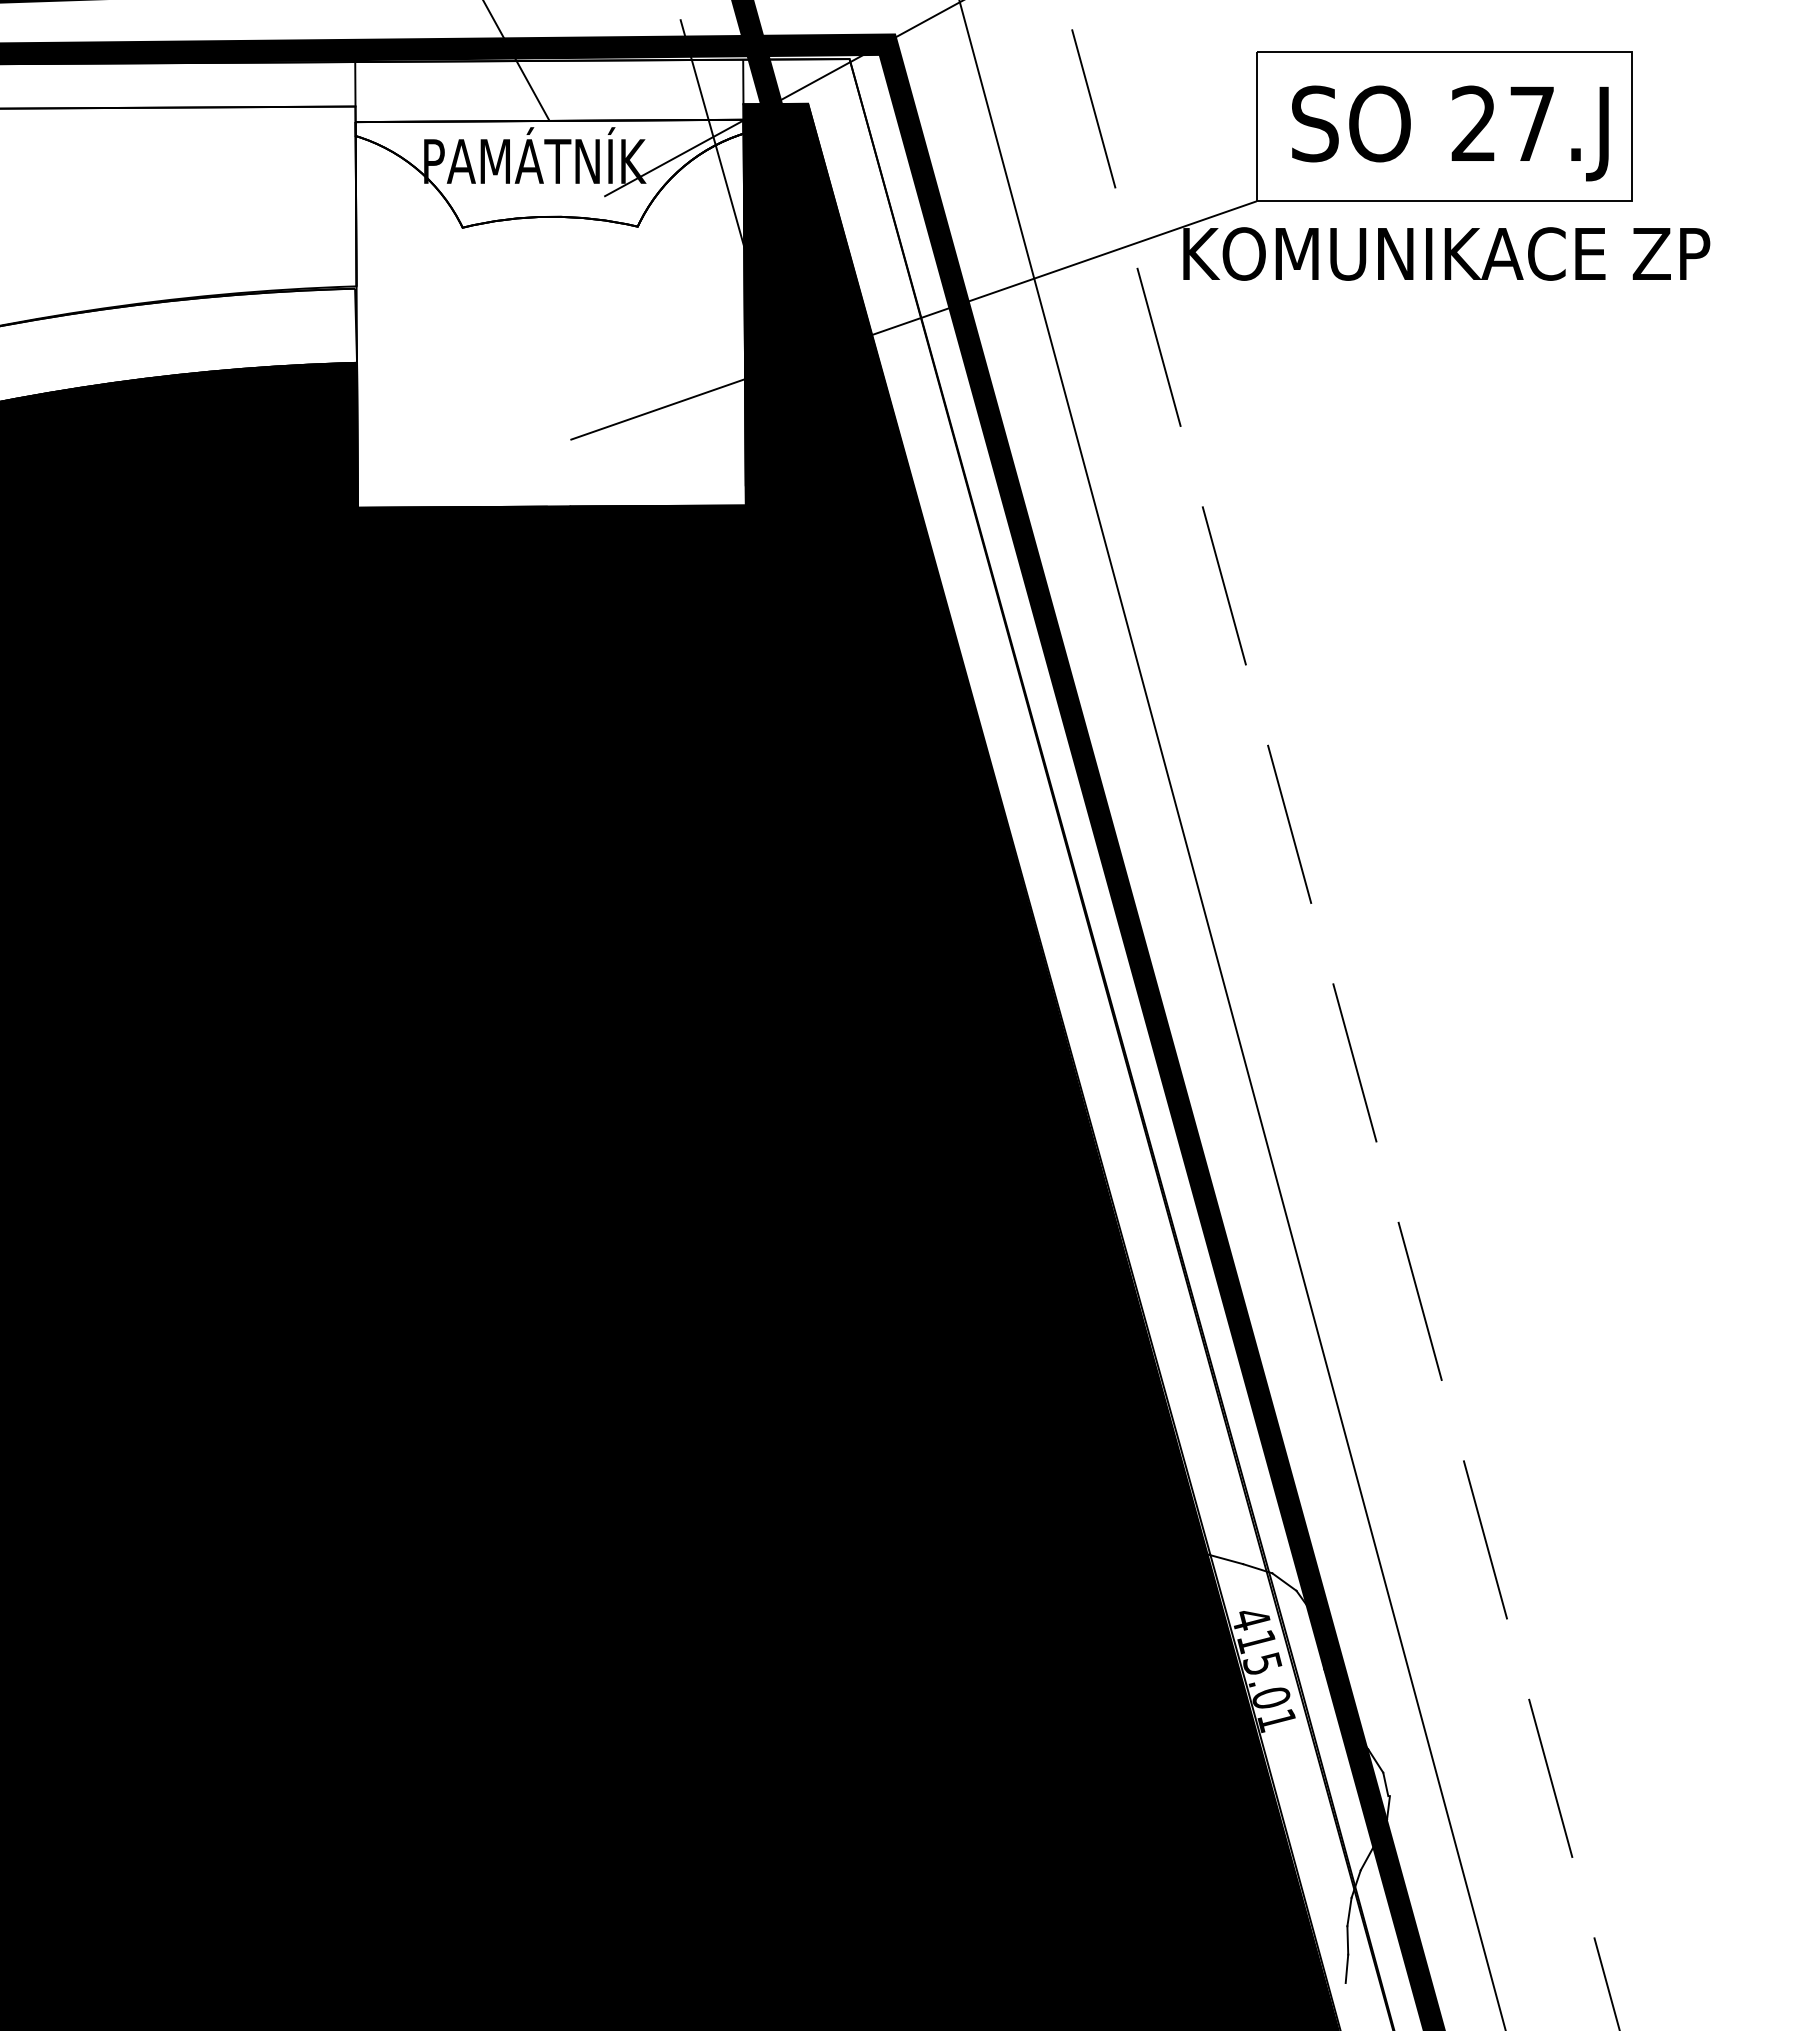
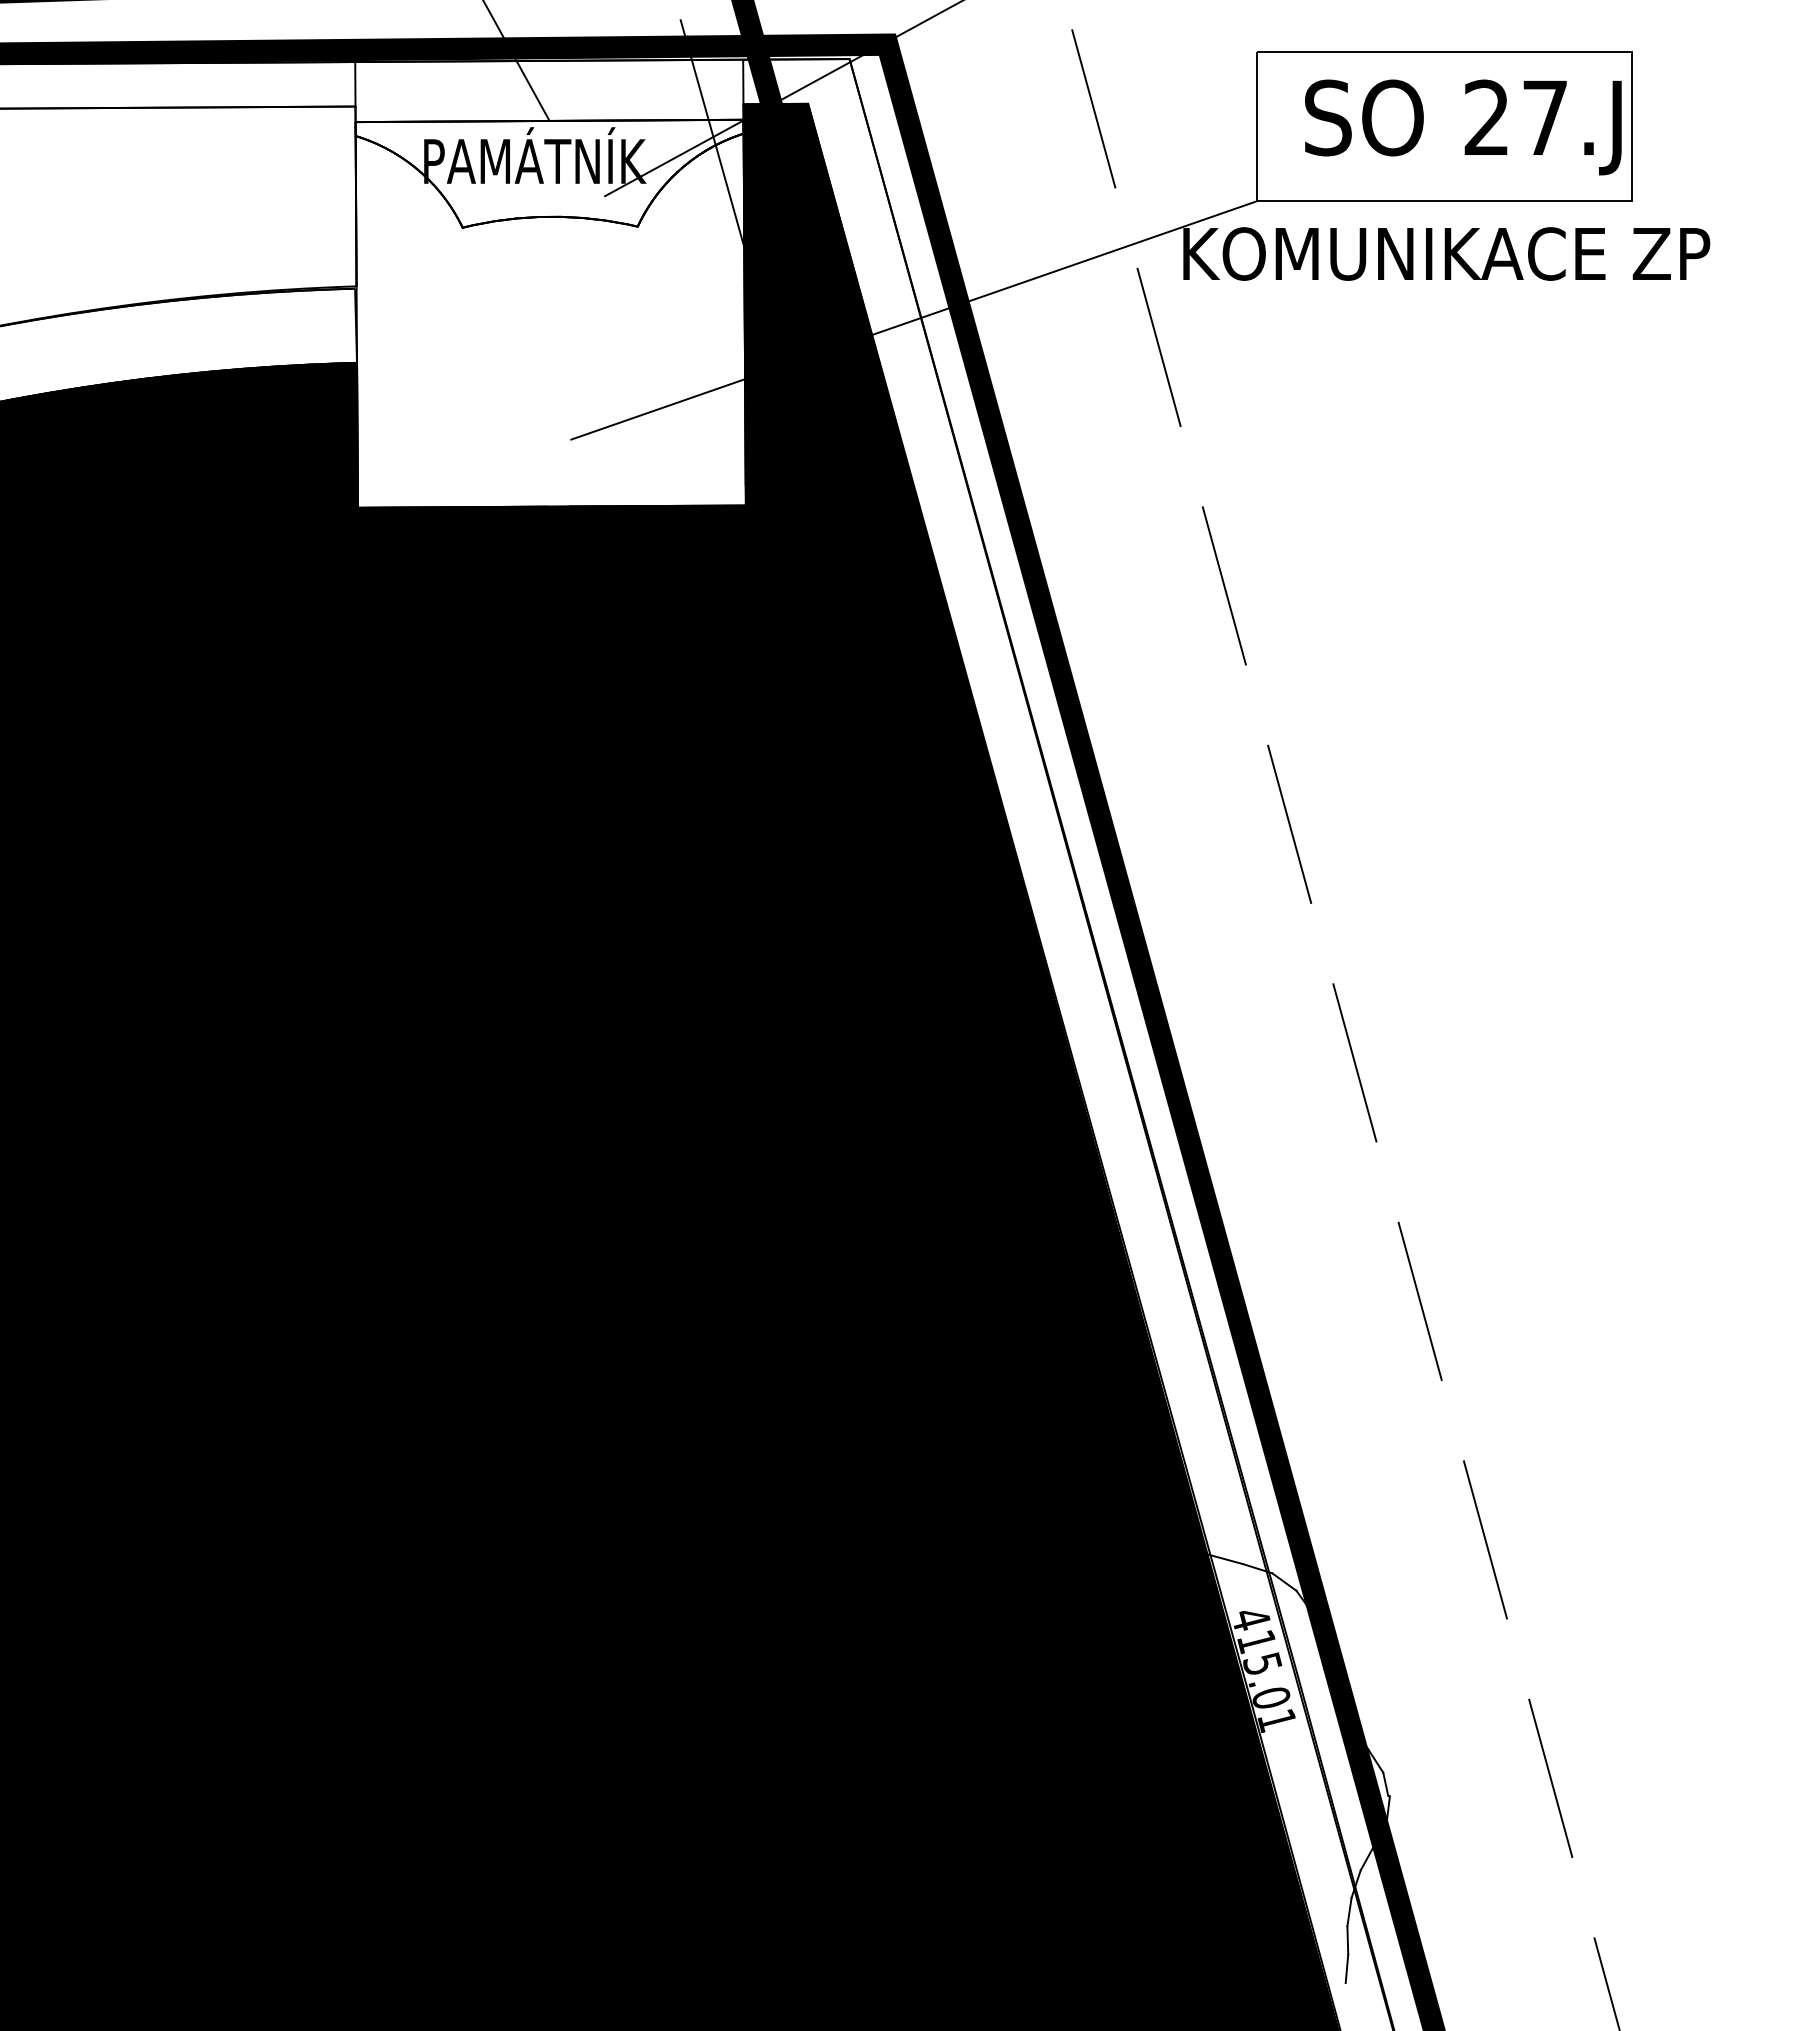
text at (1450, 133) position: (1450, 133) -> (1463, 127)
line at (1232, 1014): present -> none
